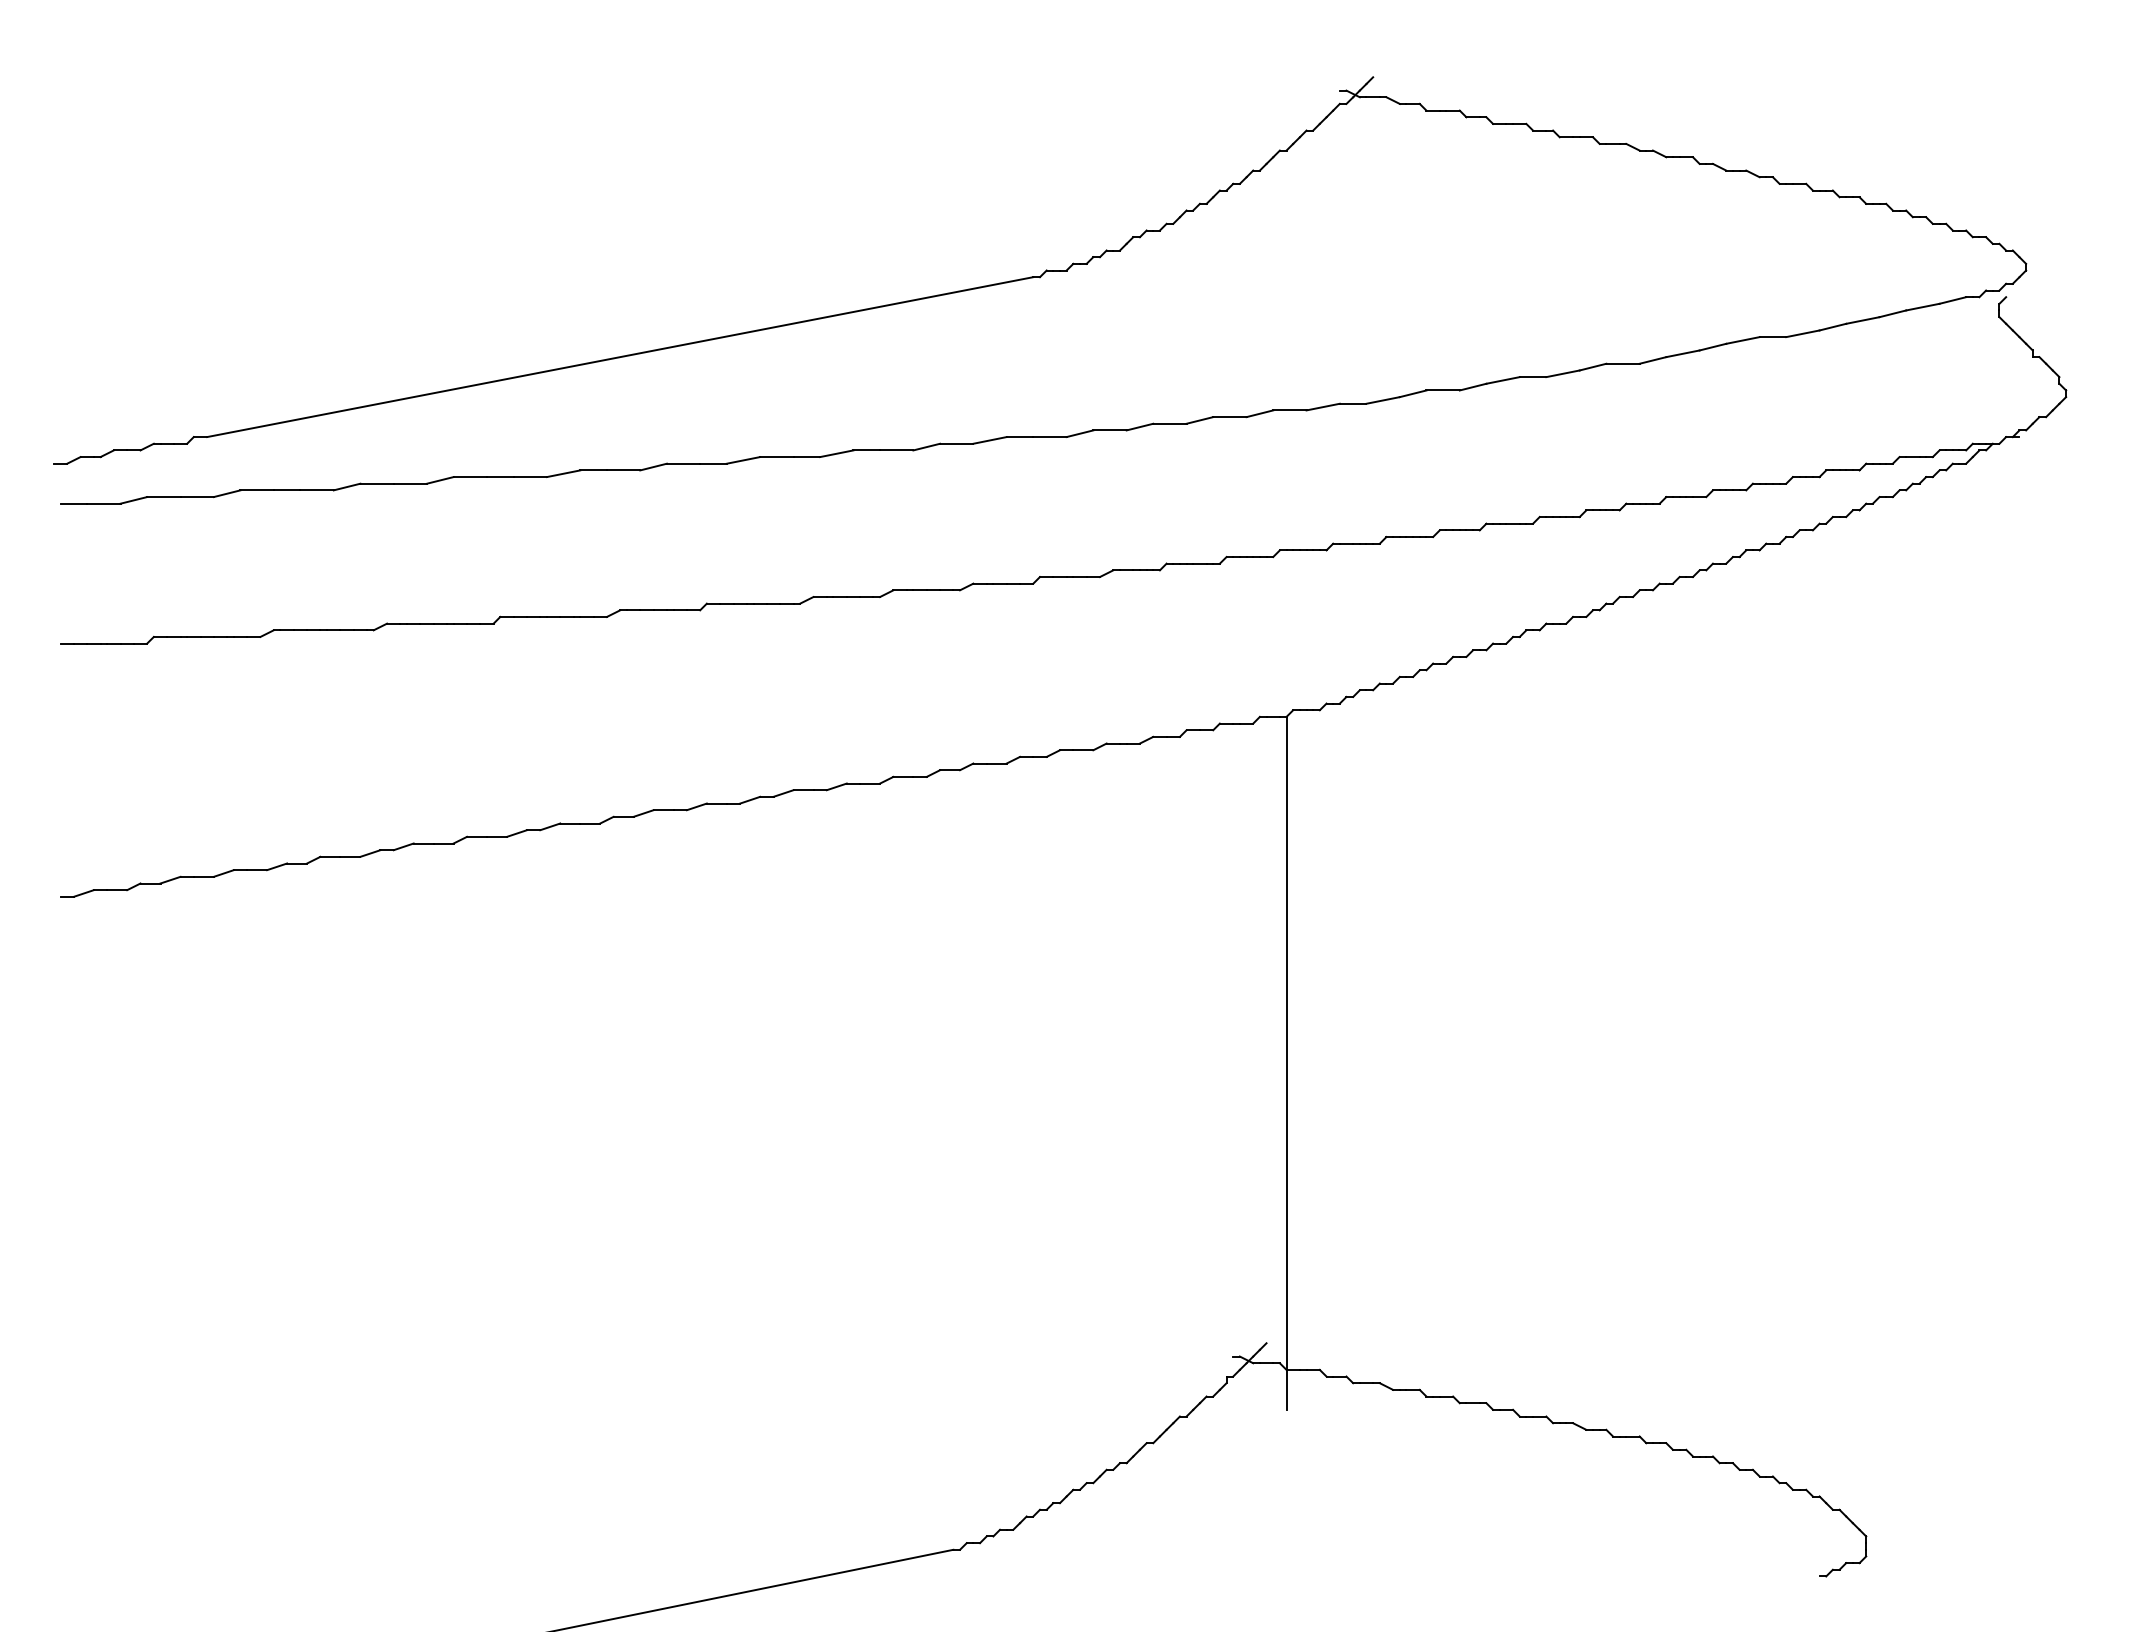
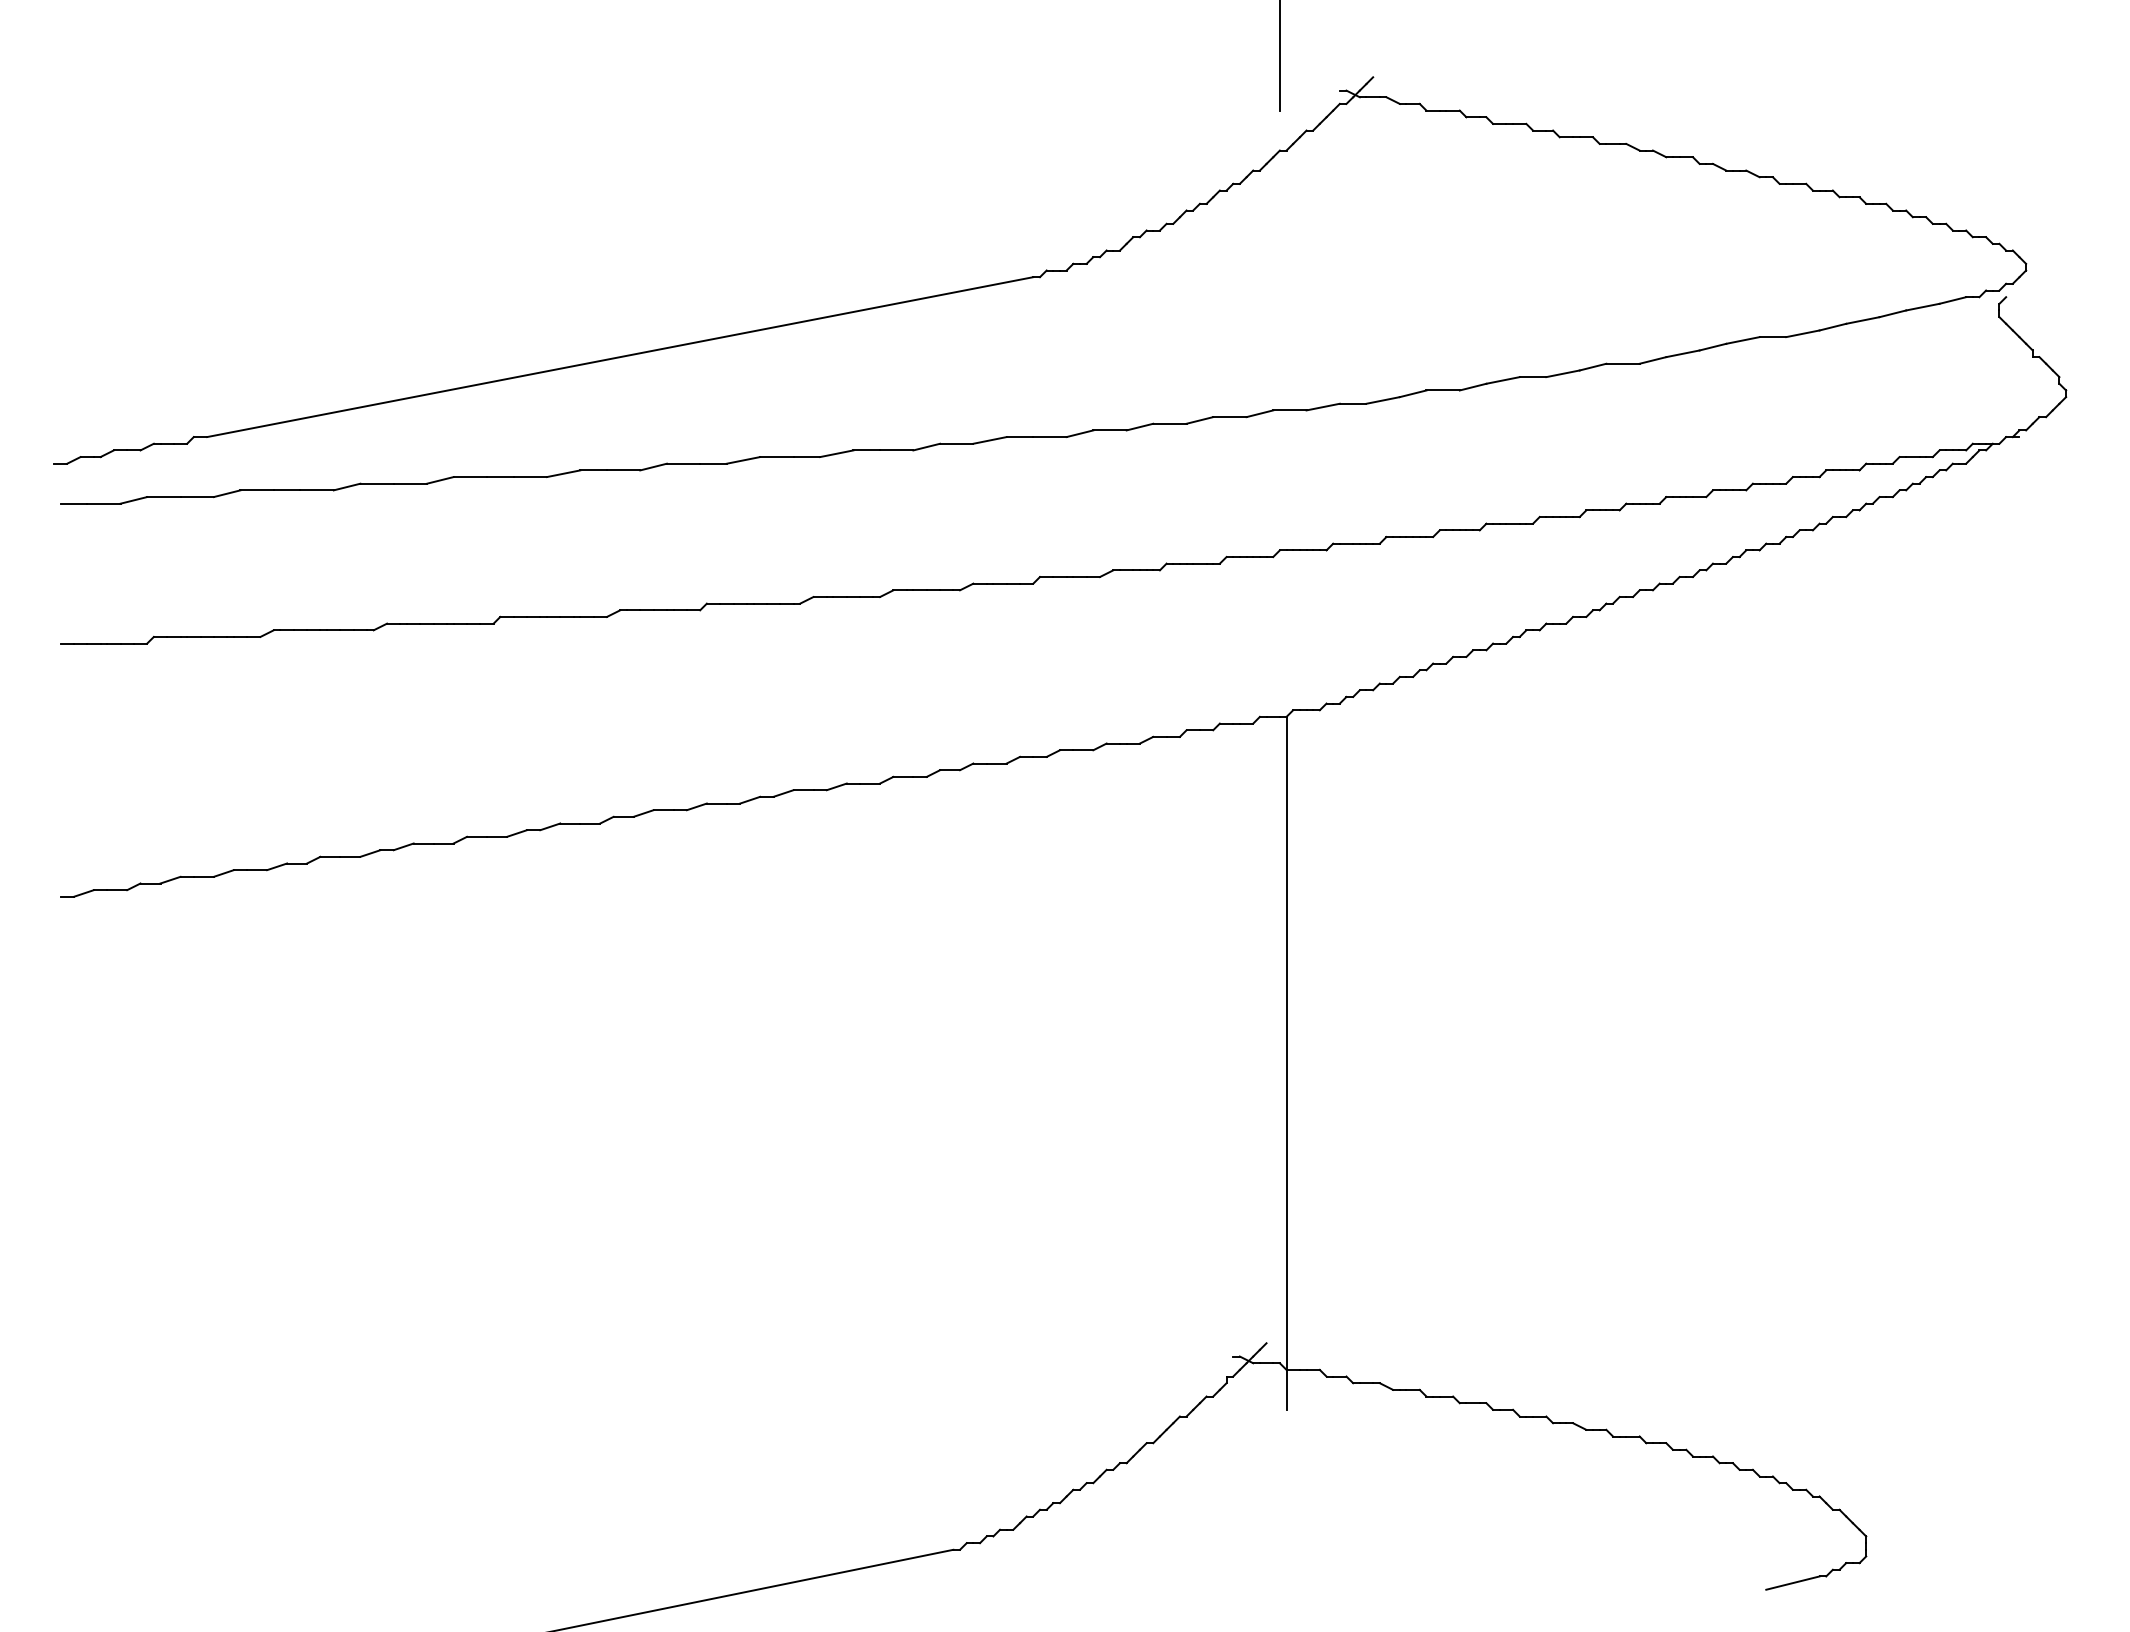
line at (1279, 56): none -> present
line at (1792, 1582): none -> present
